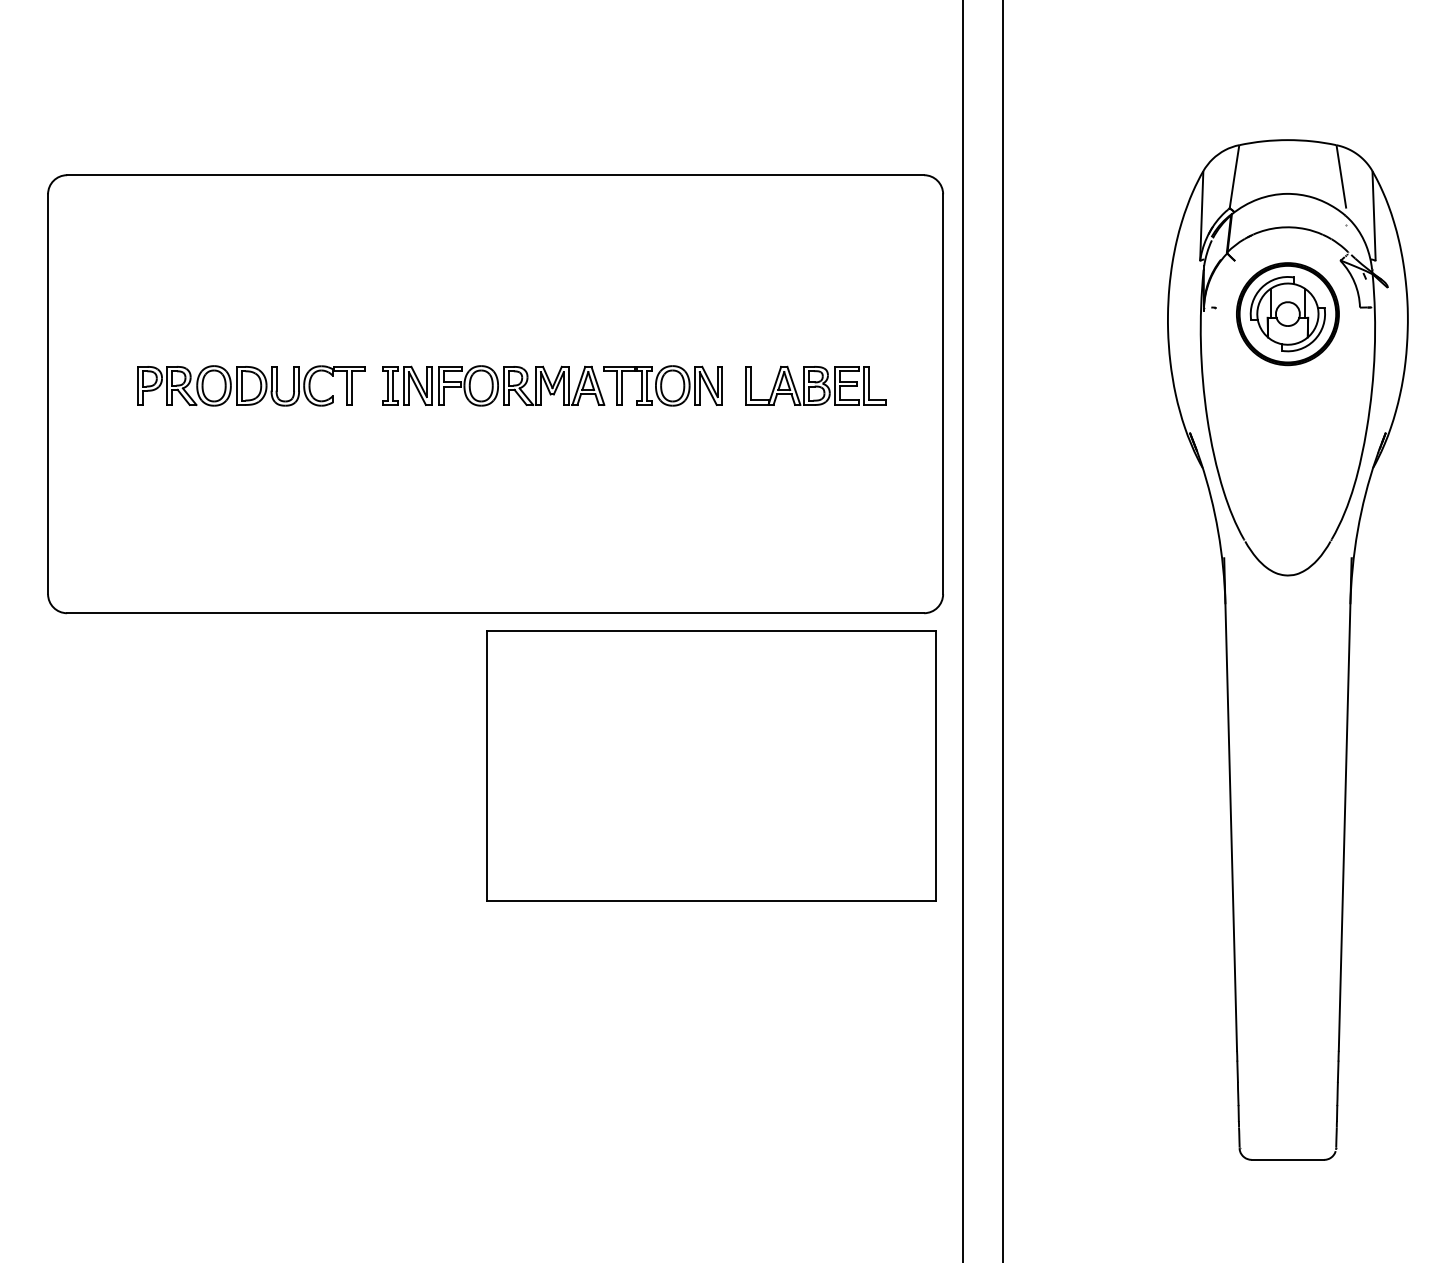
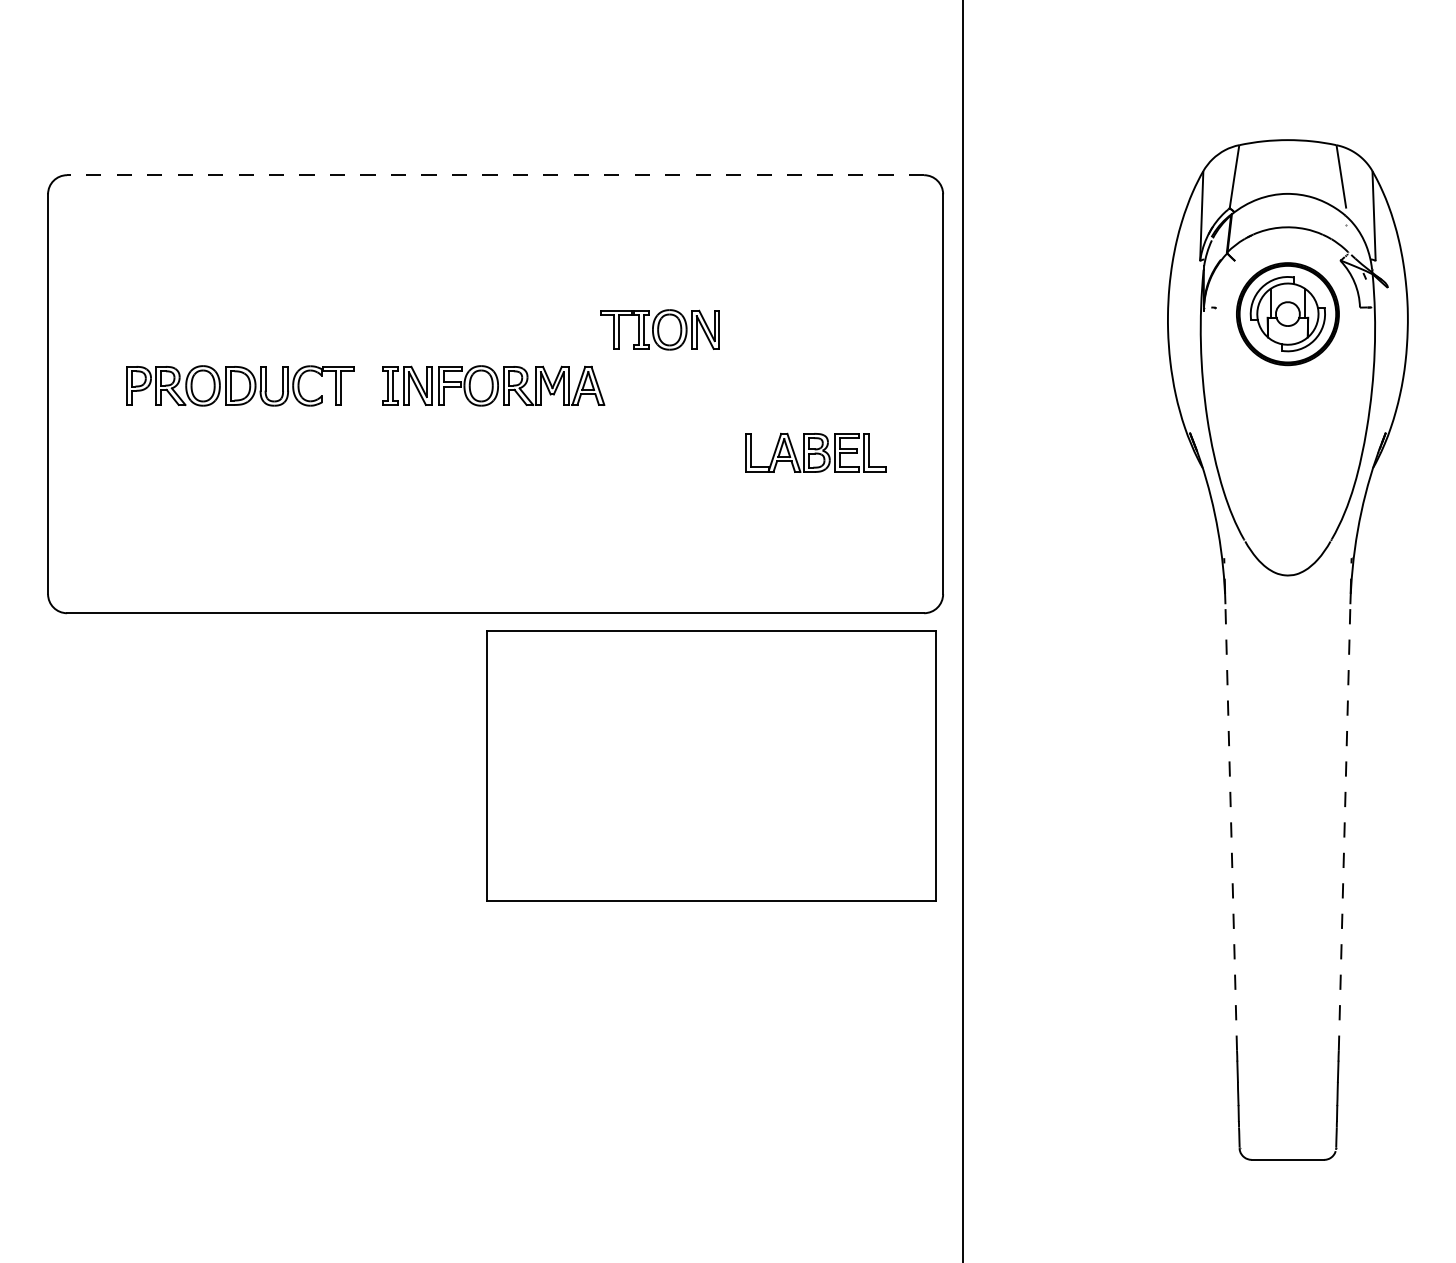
line at (495, 175): solid -> dashed
part at (251, 385) position: (251, 385) -> (240, 385)
part at (662, 385) position: (662, 385) -> (659, 329)
part at (815, 385) position: (815, 385) -> (815, 452)
line at (1003, 630): present -> none
line at (1230, 804): solid -> dashed
line at (1345, 804): solid -> dashed
